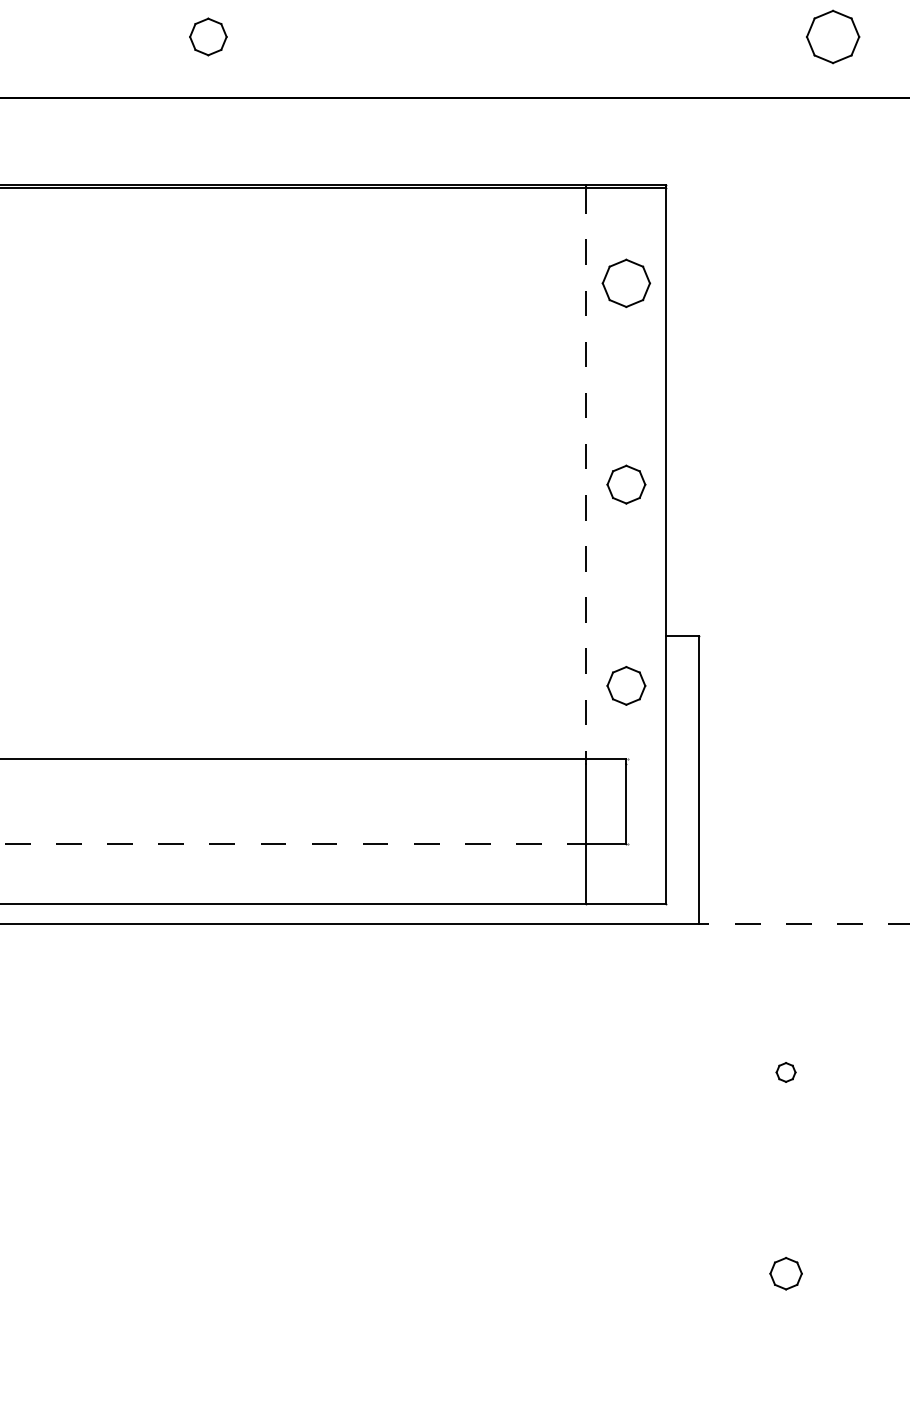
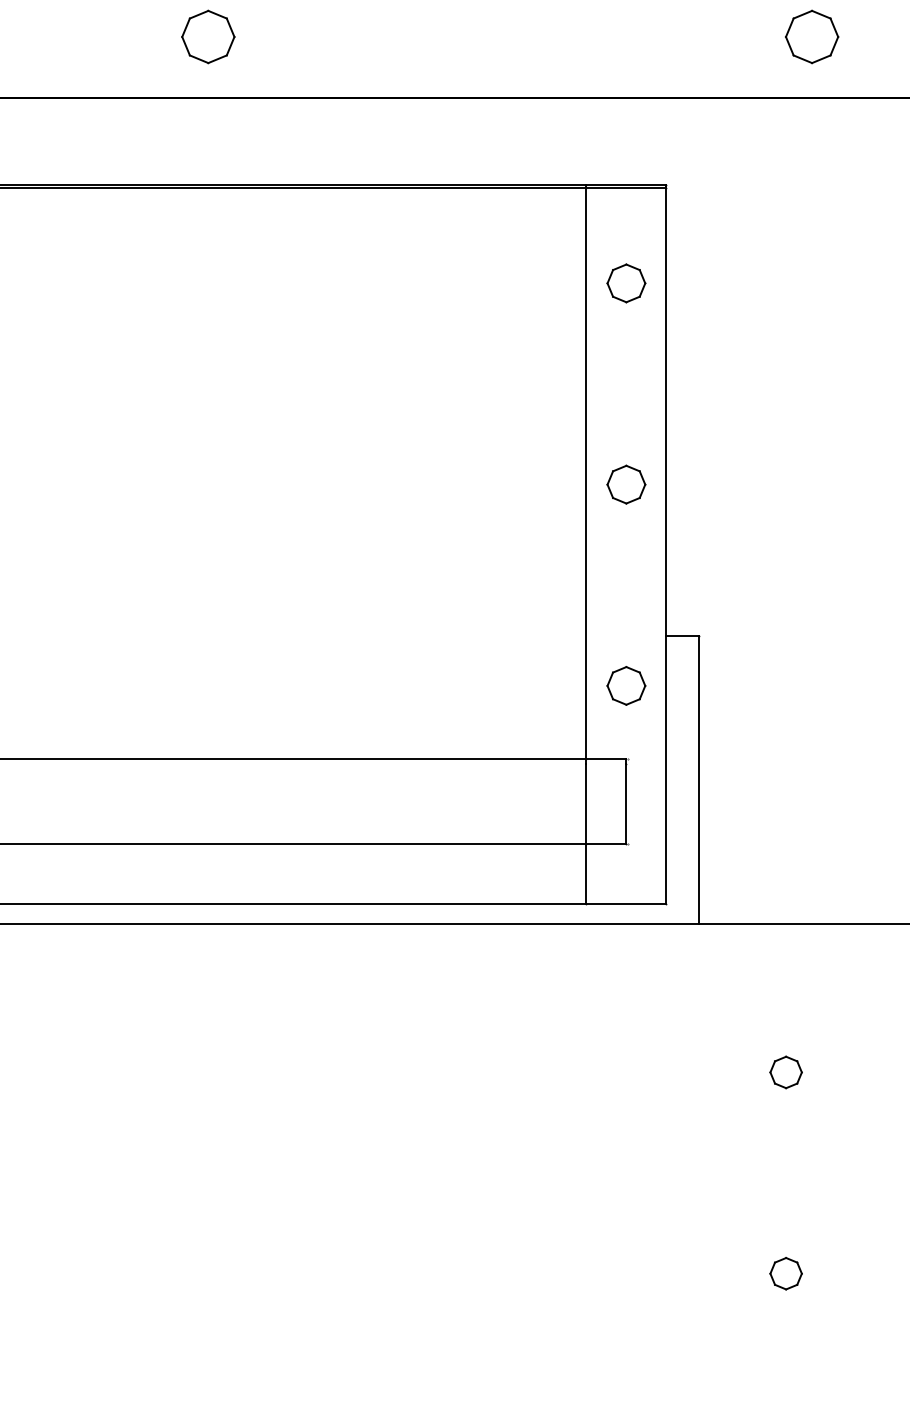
part at (208, 36) size: 39x40 px -> 55x56 px
part at (833, 36) position: (833, 36) -> (812, 36)
part at (626, 283) size: 51x51 px -> 41x41 px
line at (586, 473): dashed -> solid
line at (293, 844): dashed -> solid
line at (803, 923): dashed -> solid
part at (785, 1072) size: 22x21 px -> 34x35 px
